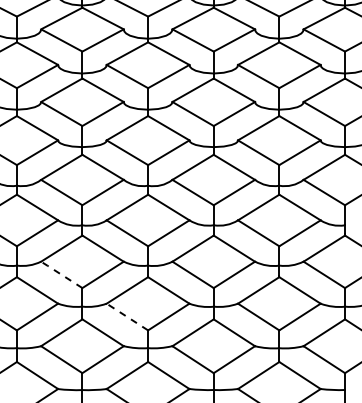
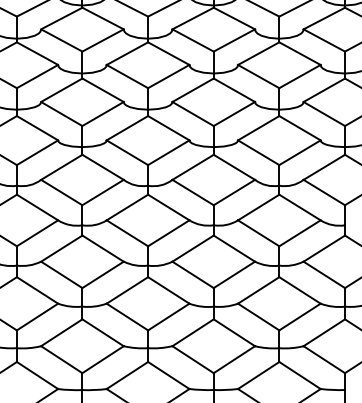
line at (60, 274): dashed -> solid
line at (127, 317): dashed -> solid
